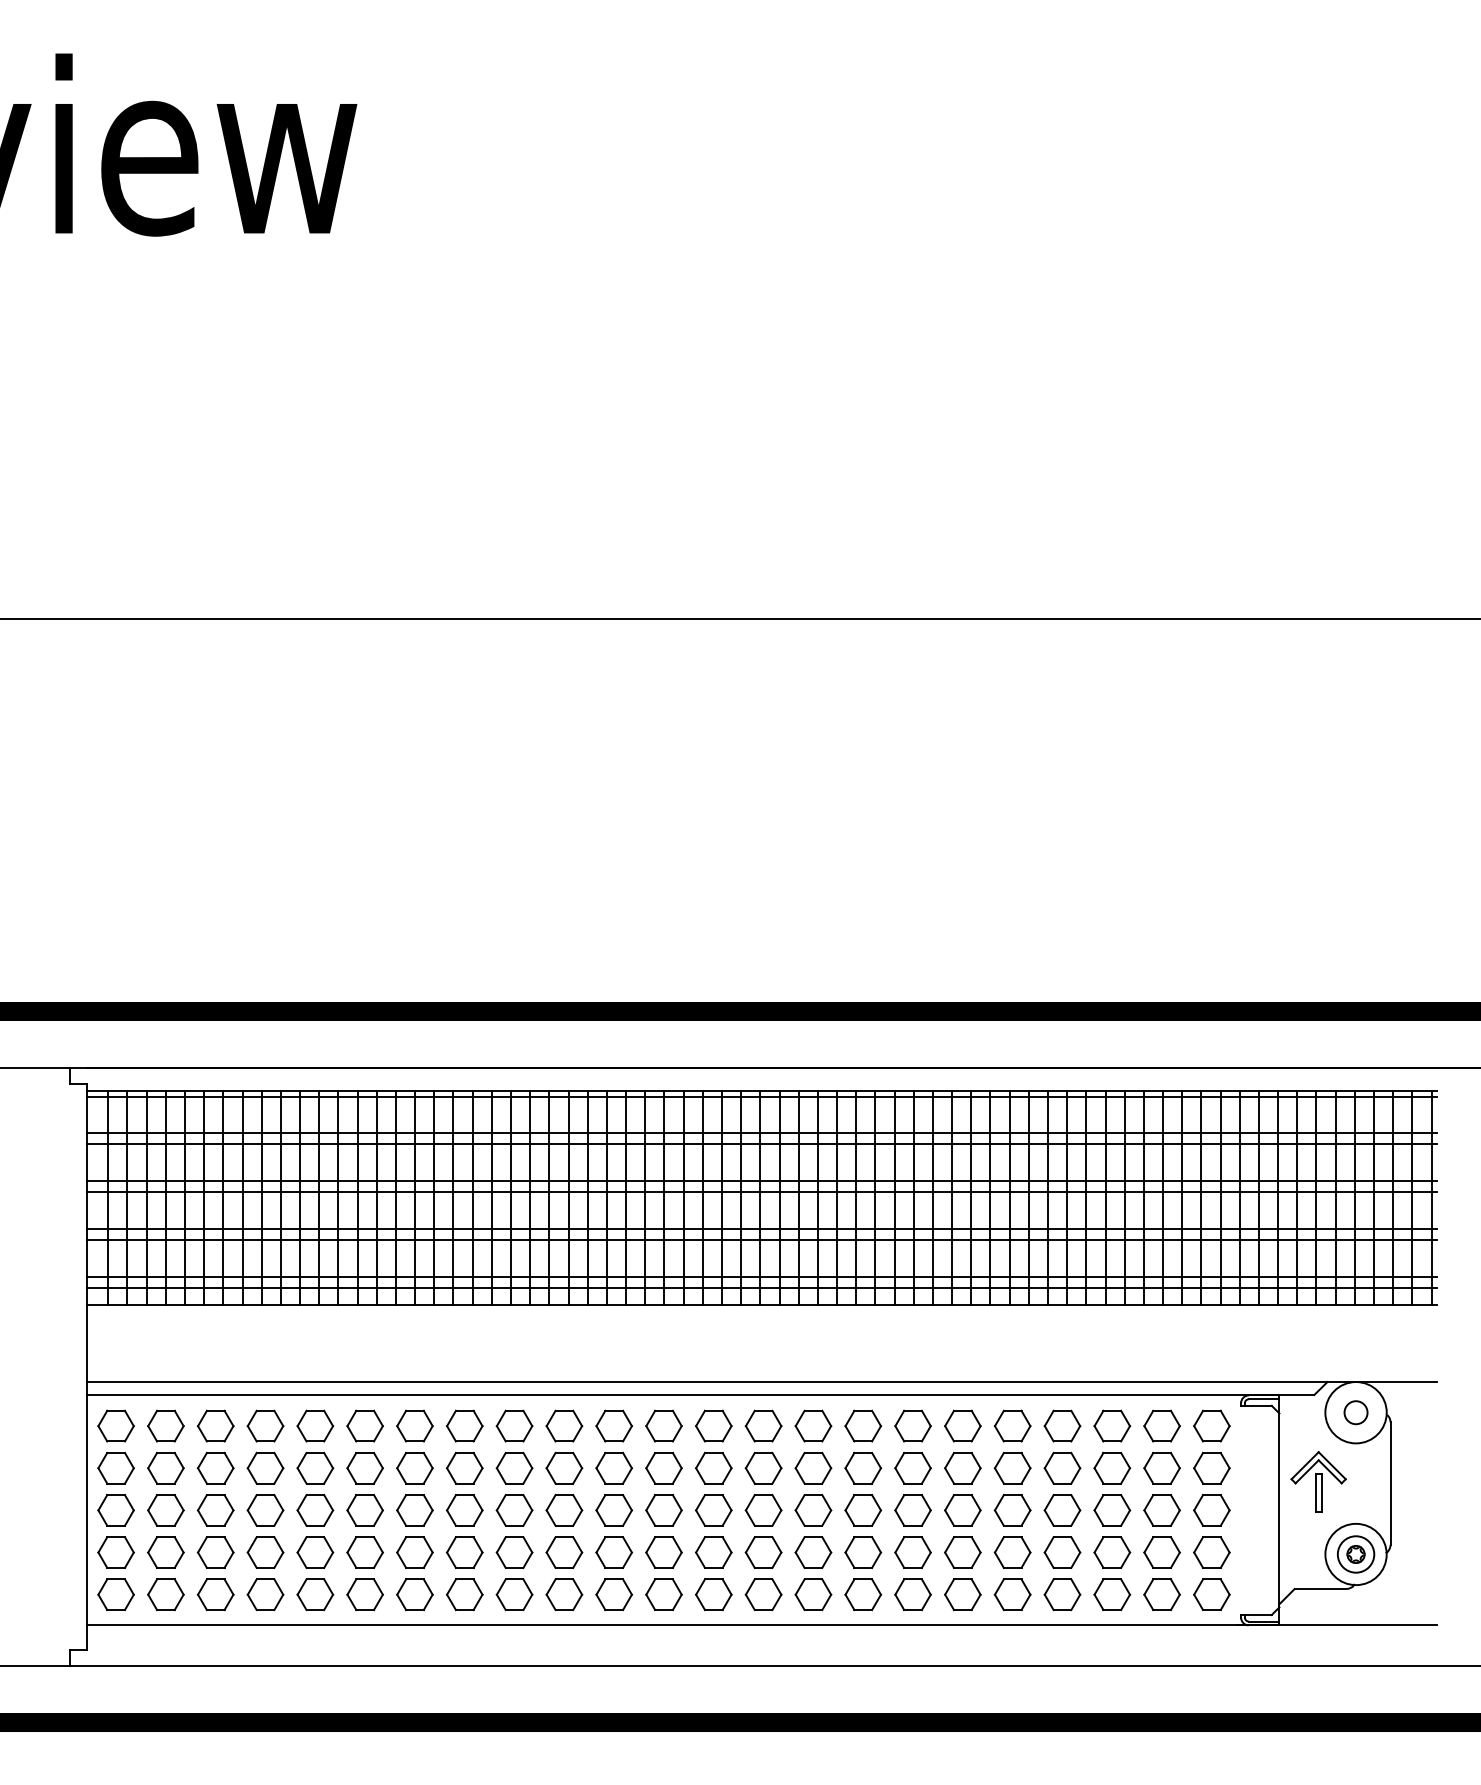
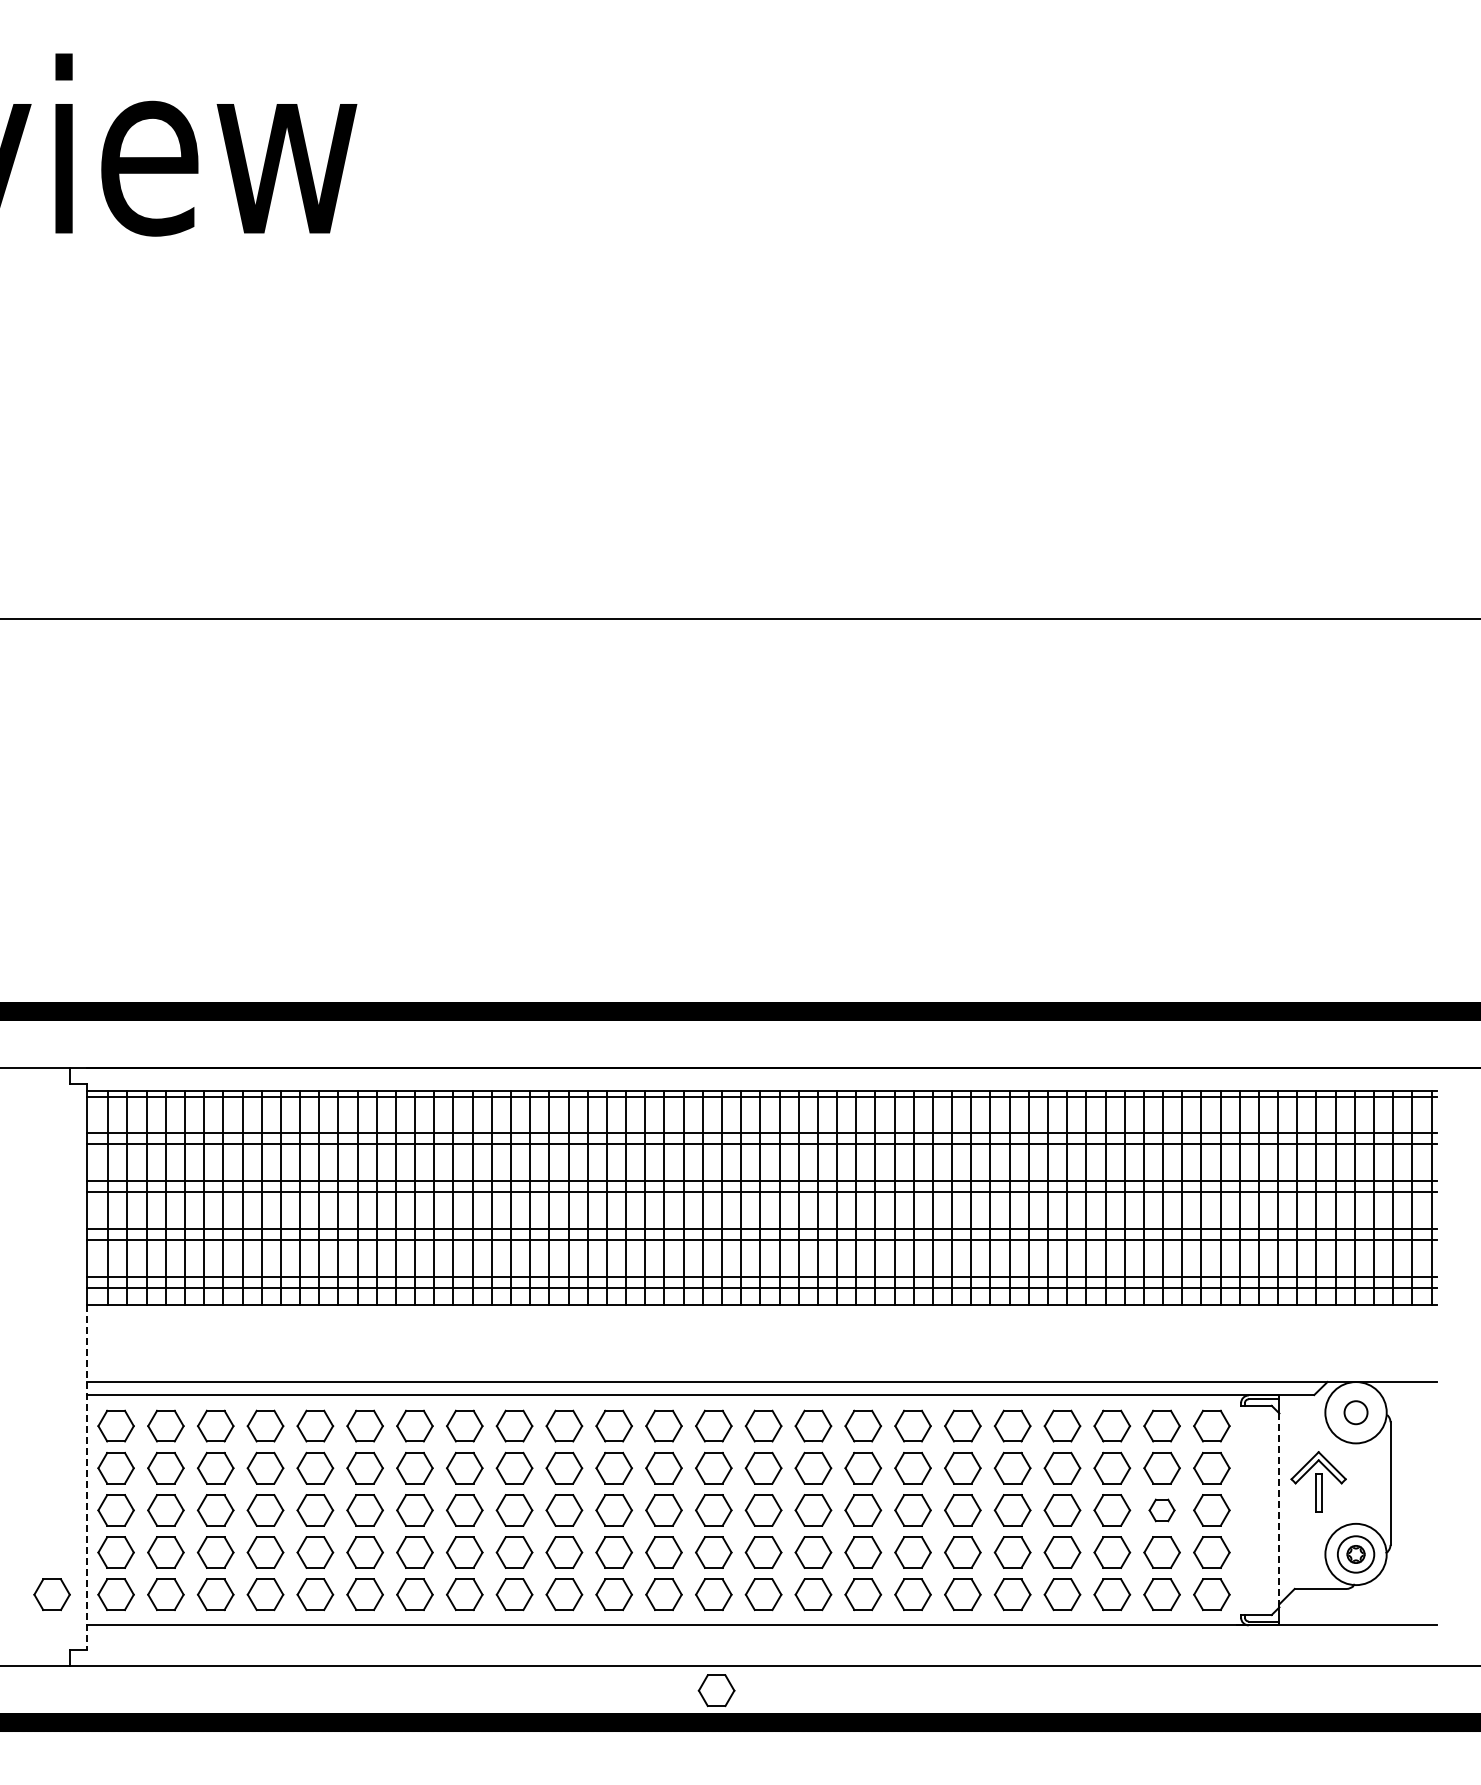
line at (86, 1478): solid -> dashed
part at (1161, 1510) size: 38x33 px -> 28x25 px
line at (1279, 1510): solid -> dashed
part at (51, 1594): none -> present
part at (716, 1690): none -> present
